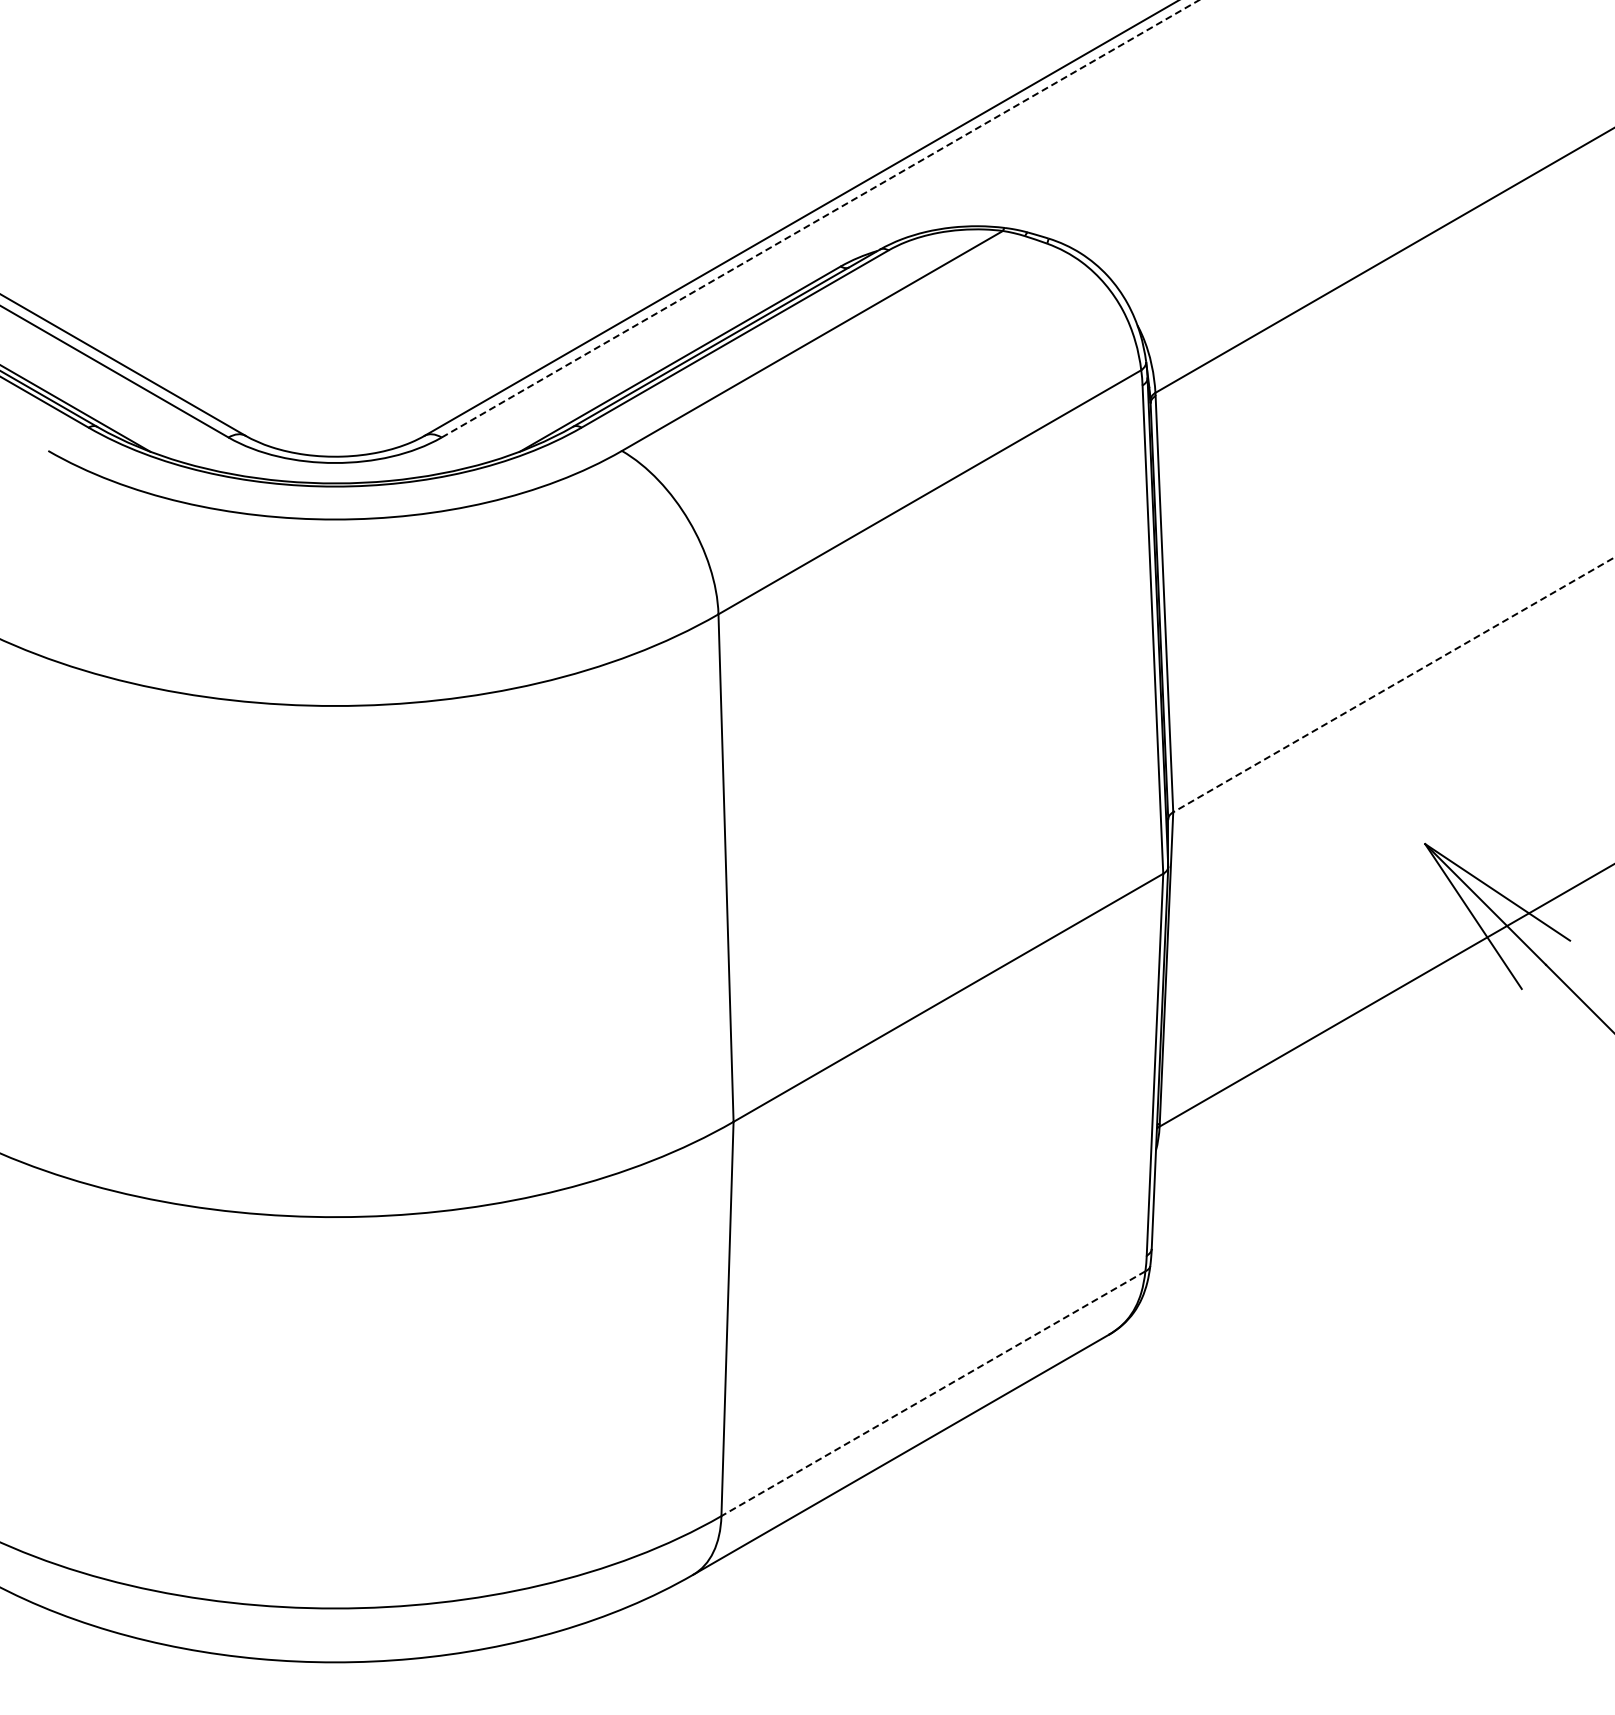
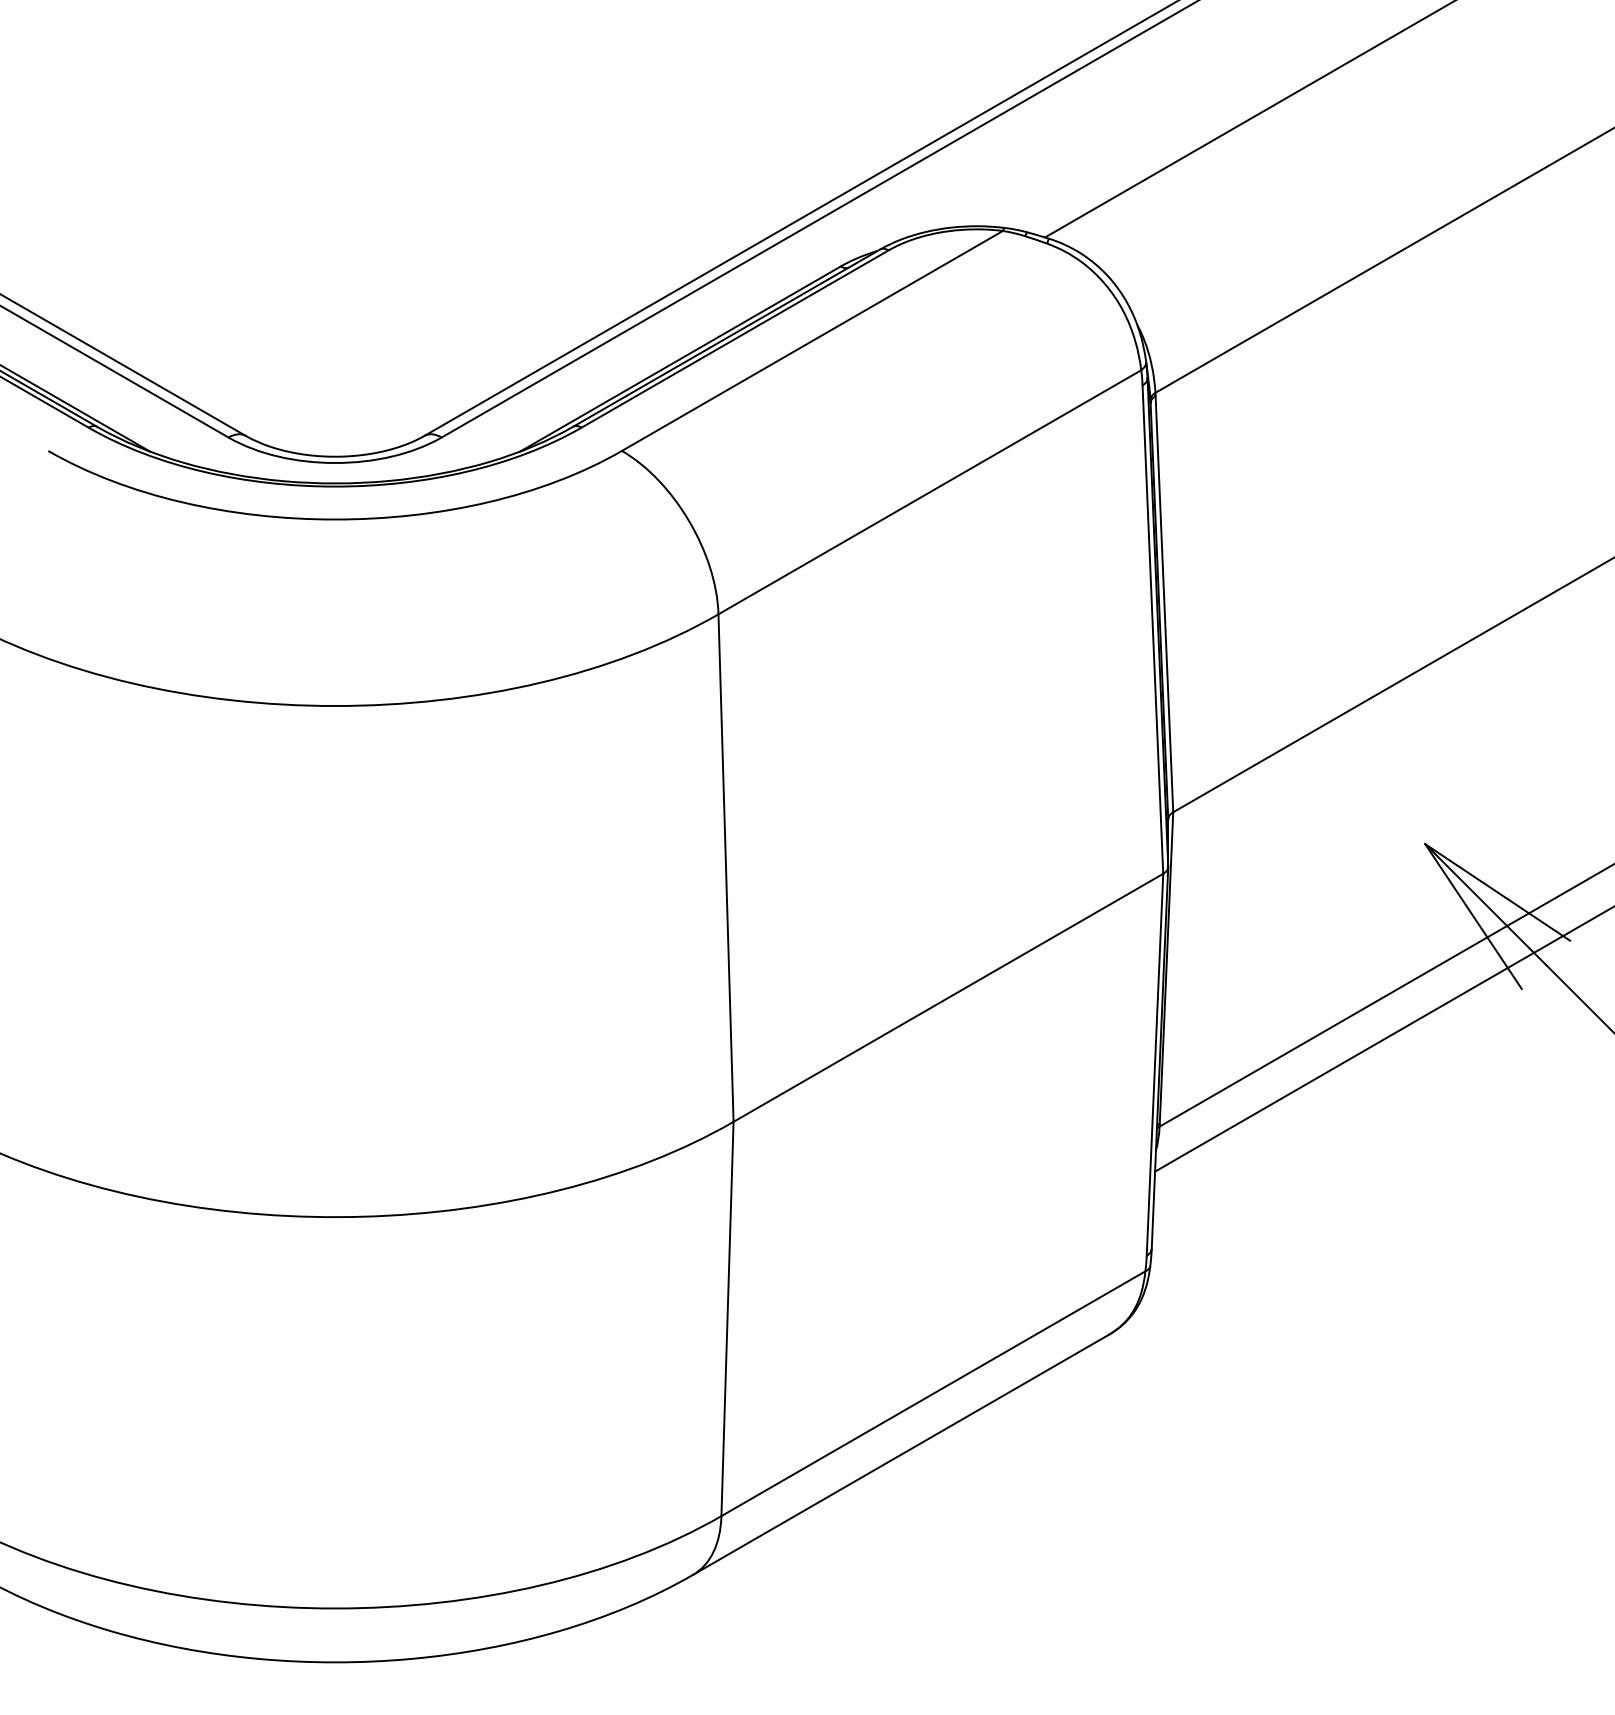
line at (1248, 119): none -> present
line at (821, 218): dashed -> solid
line at (1393, 684): dashed -> solid
line at (1383, 1039): none -> present
line at (933, 1393): dashed -> solid
